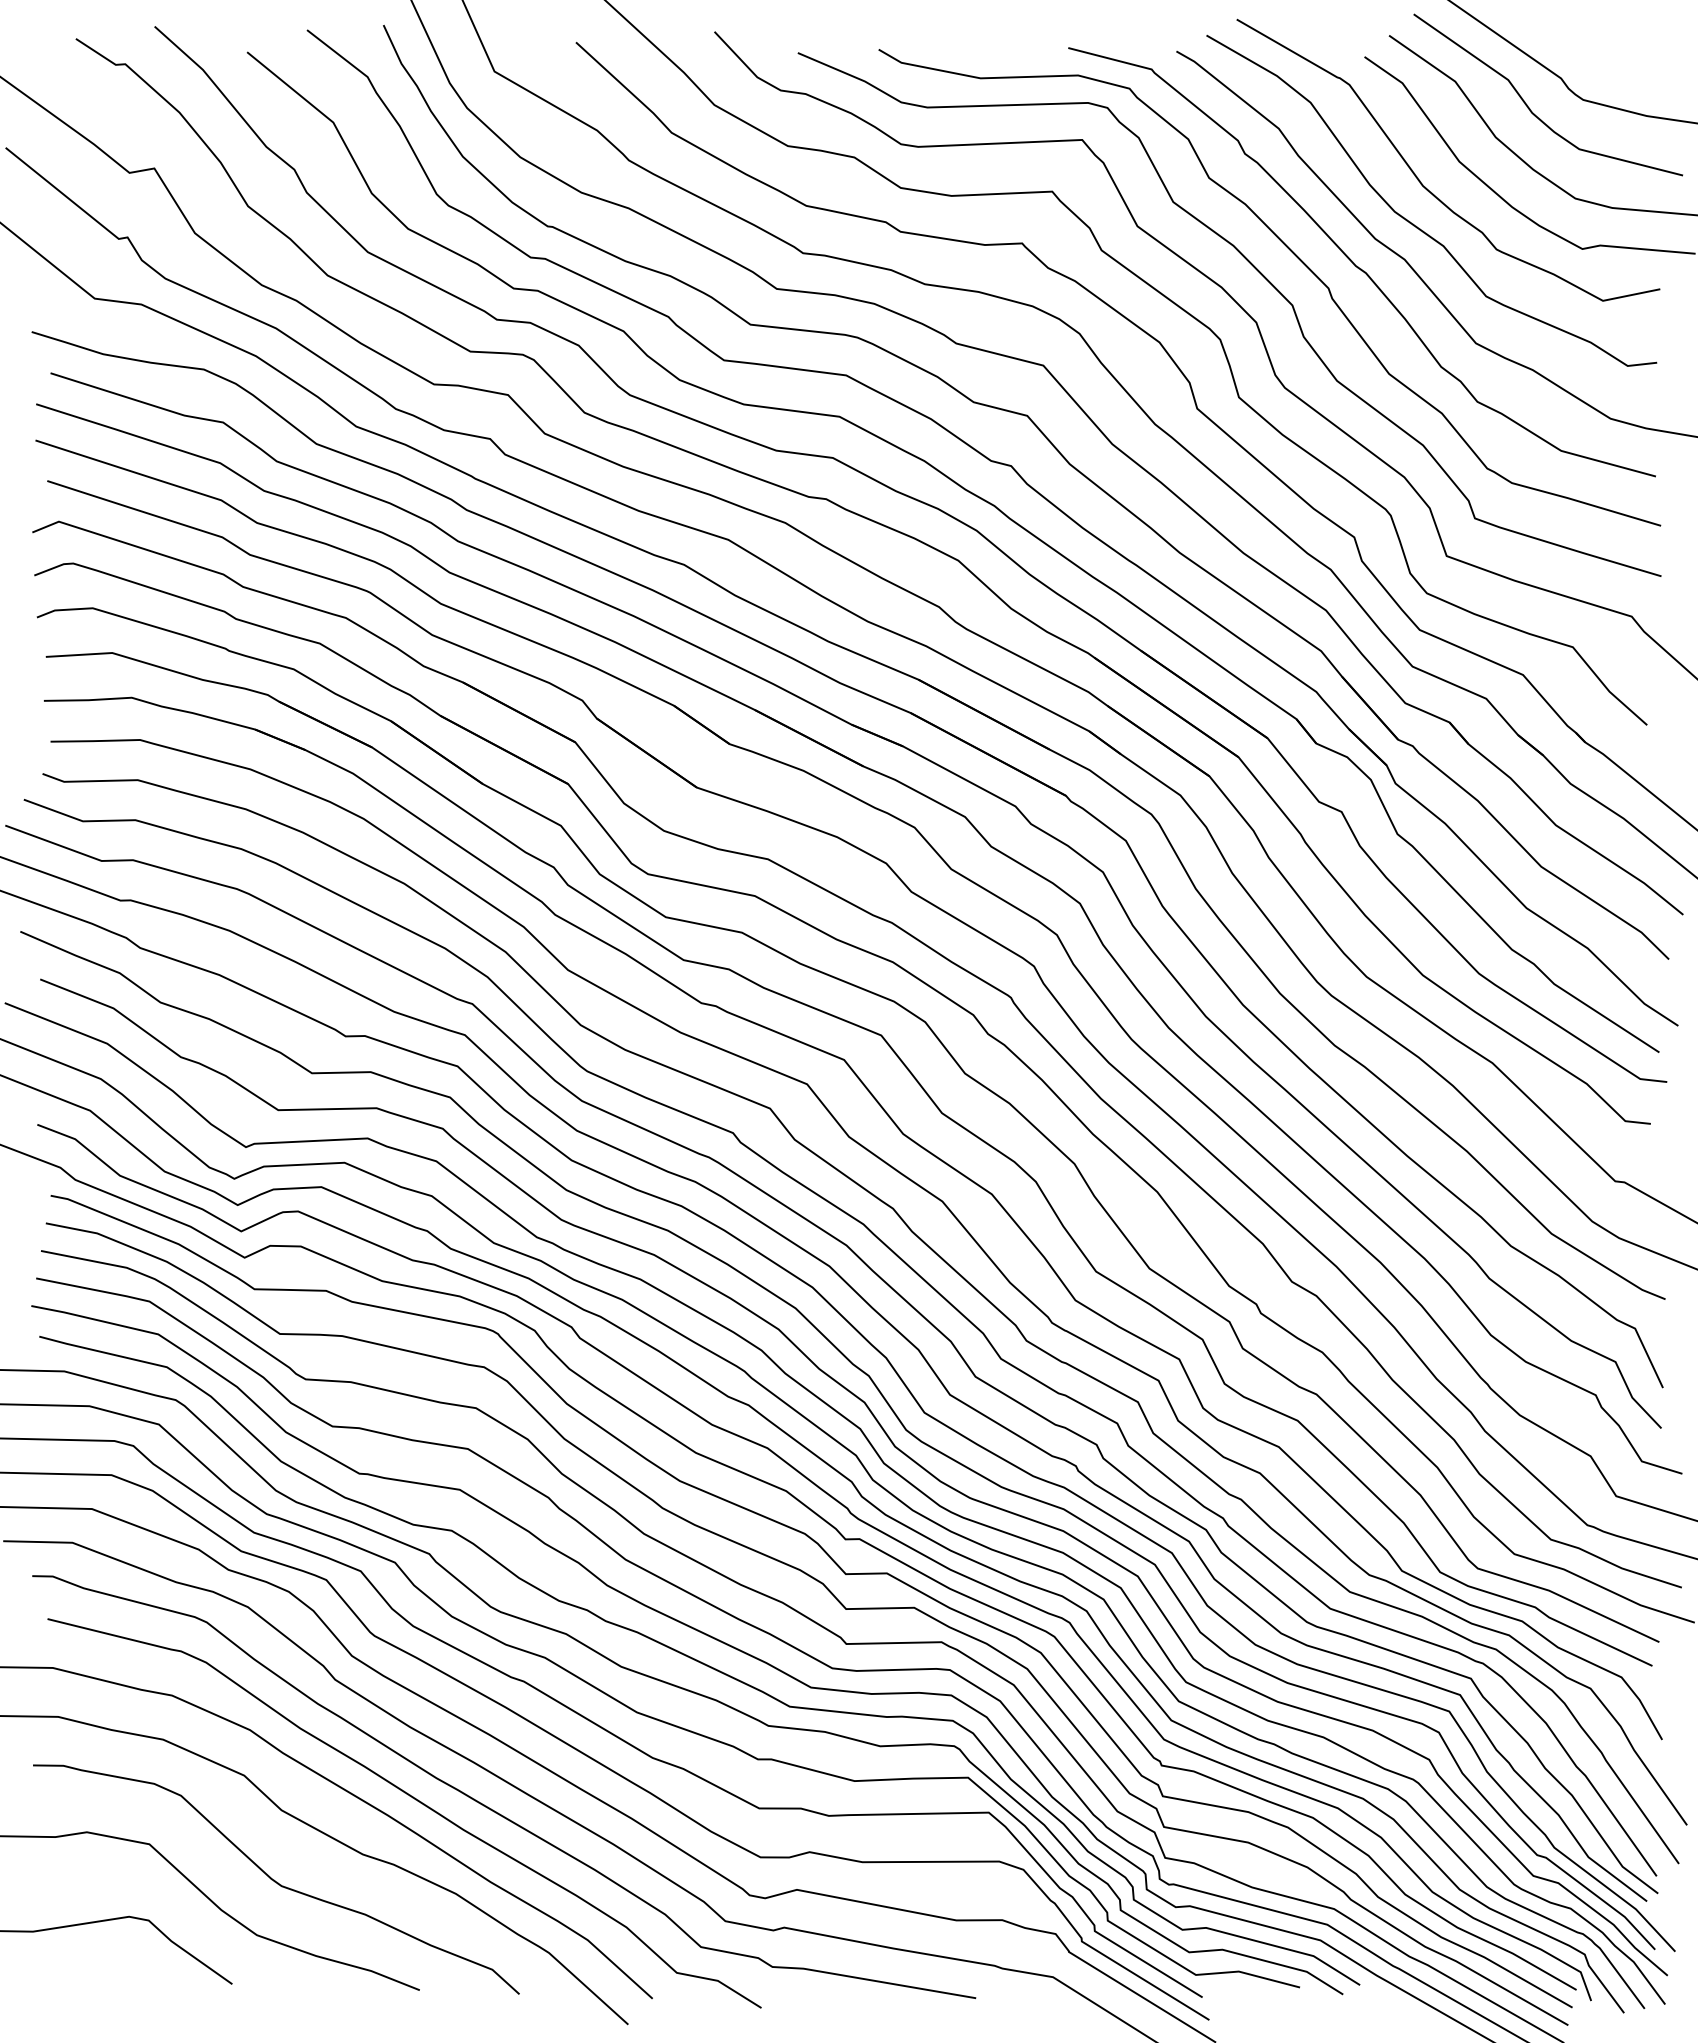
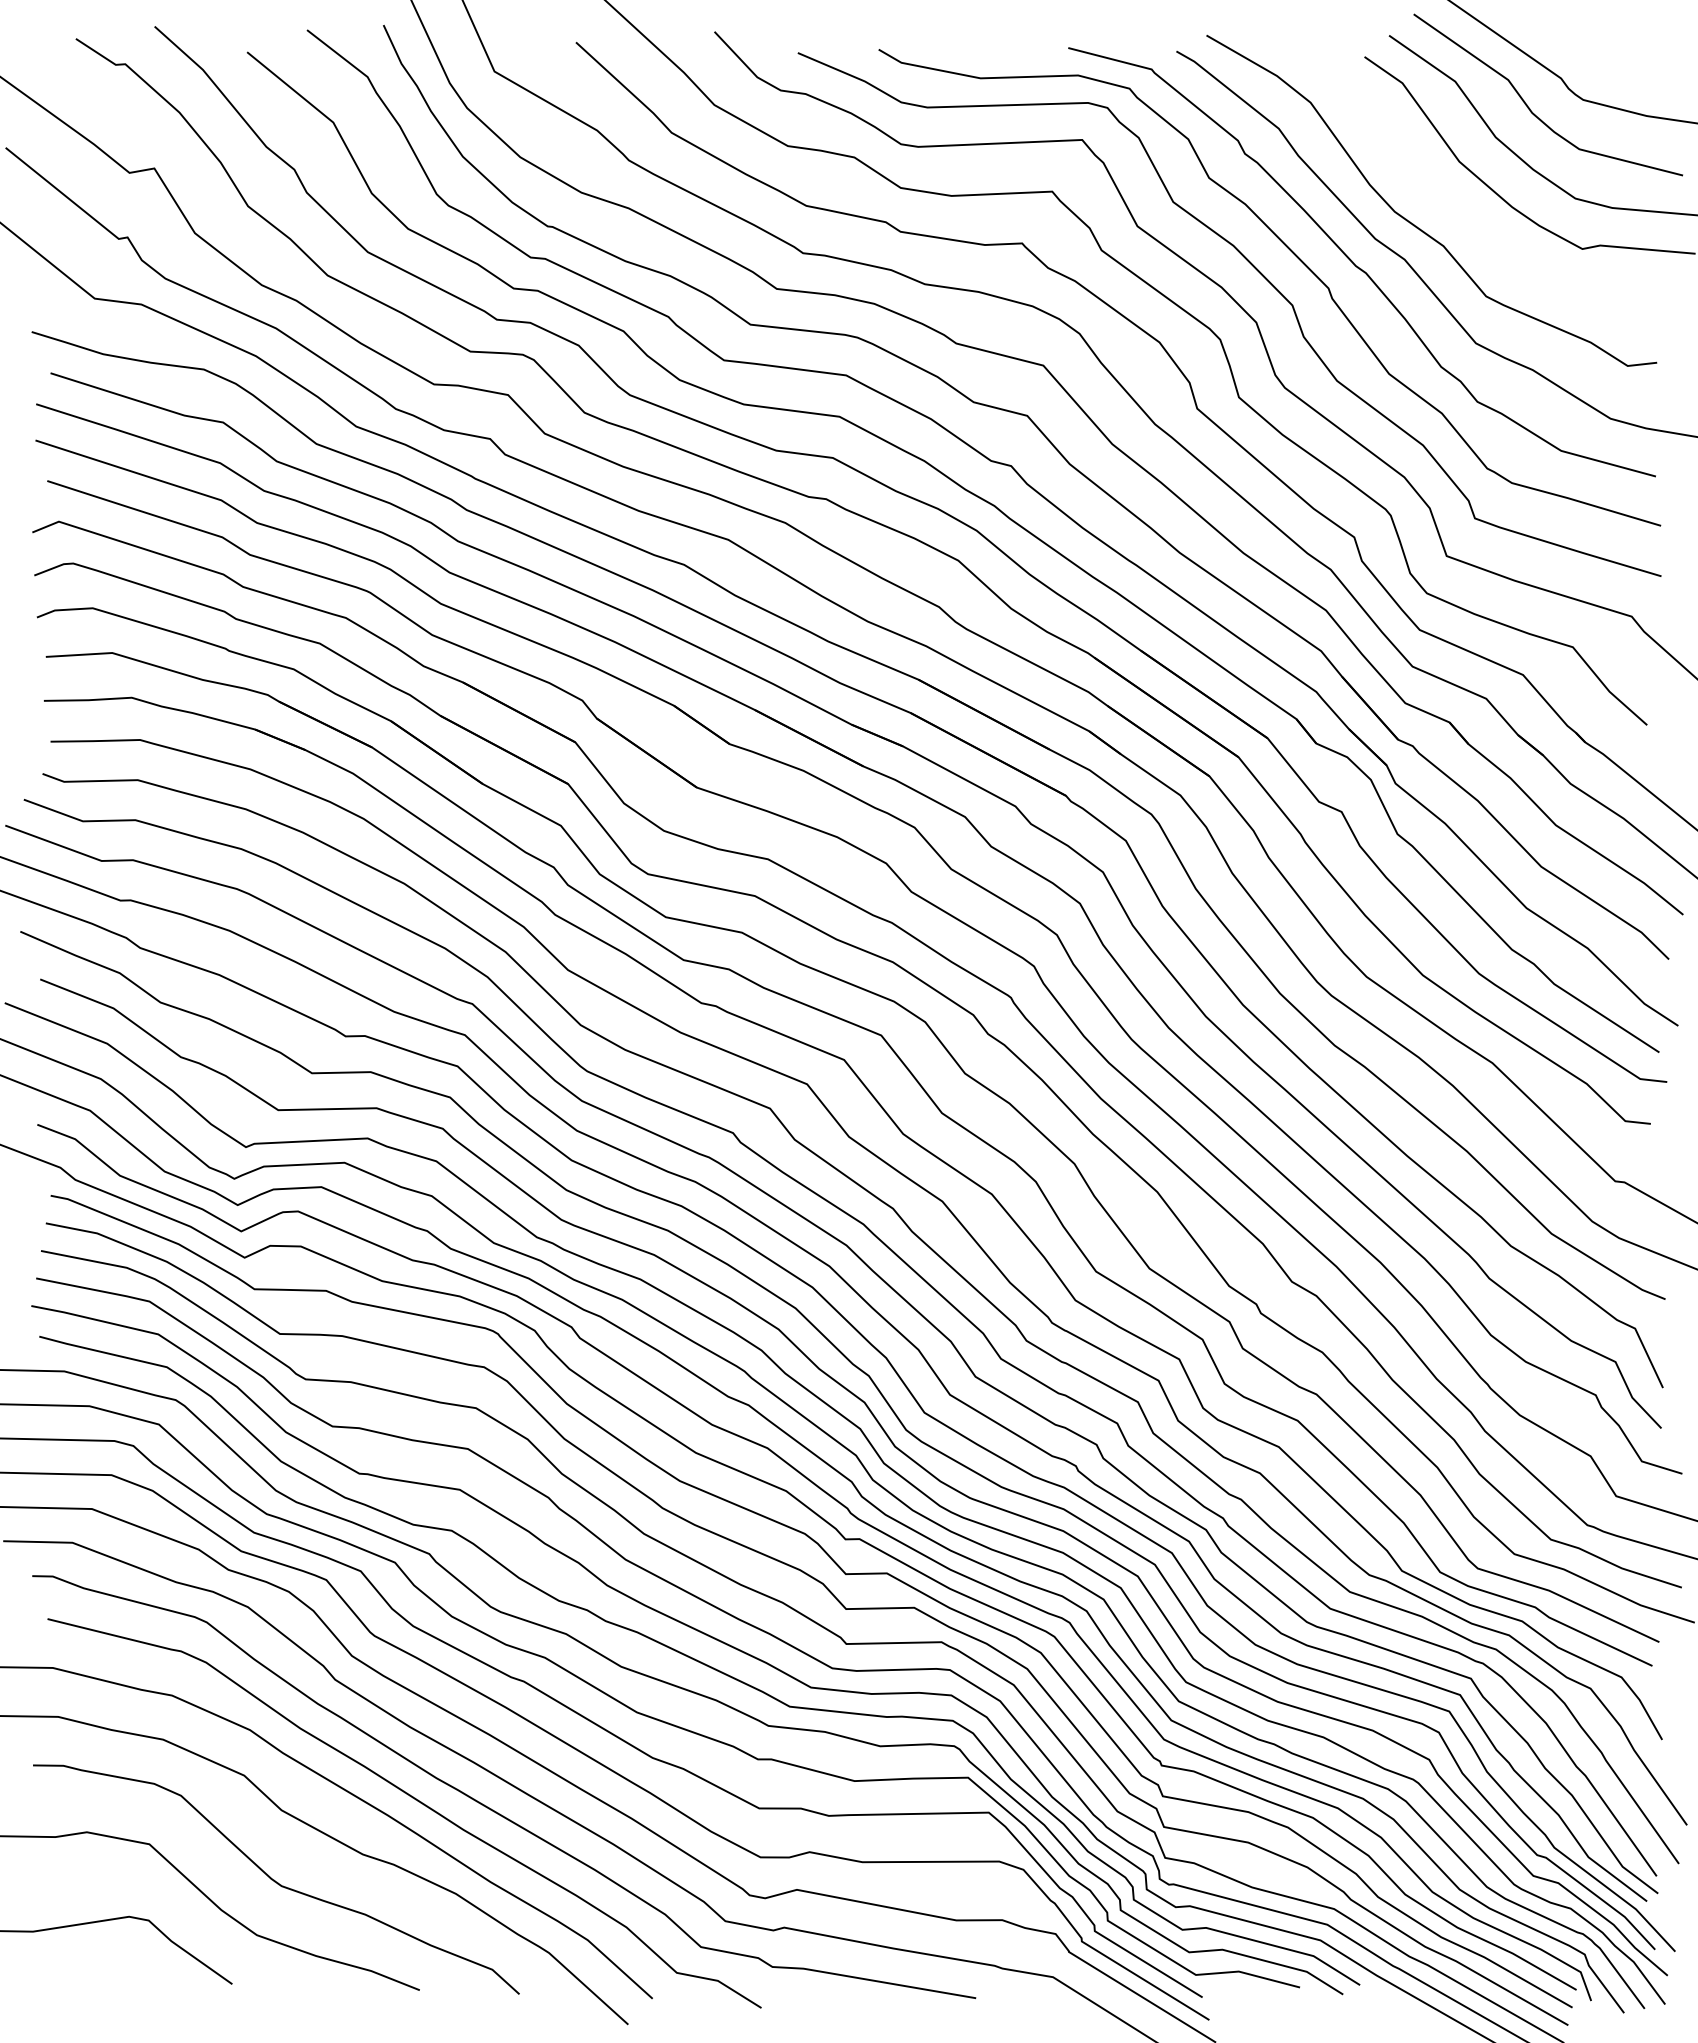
curve at (1420, 180): present -> none
